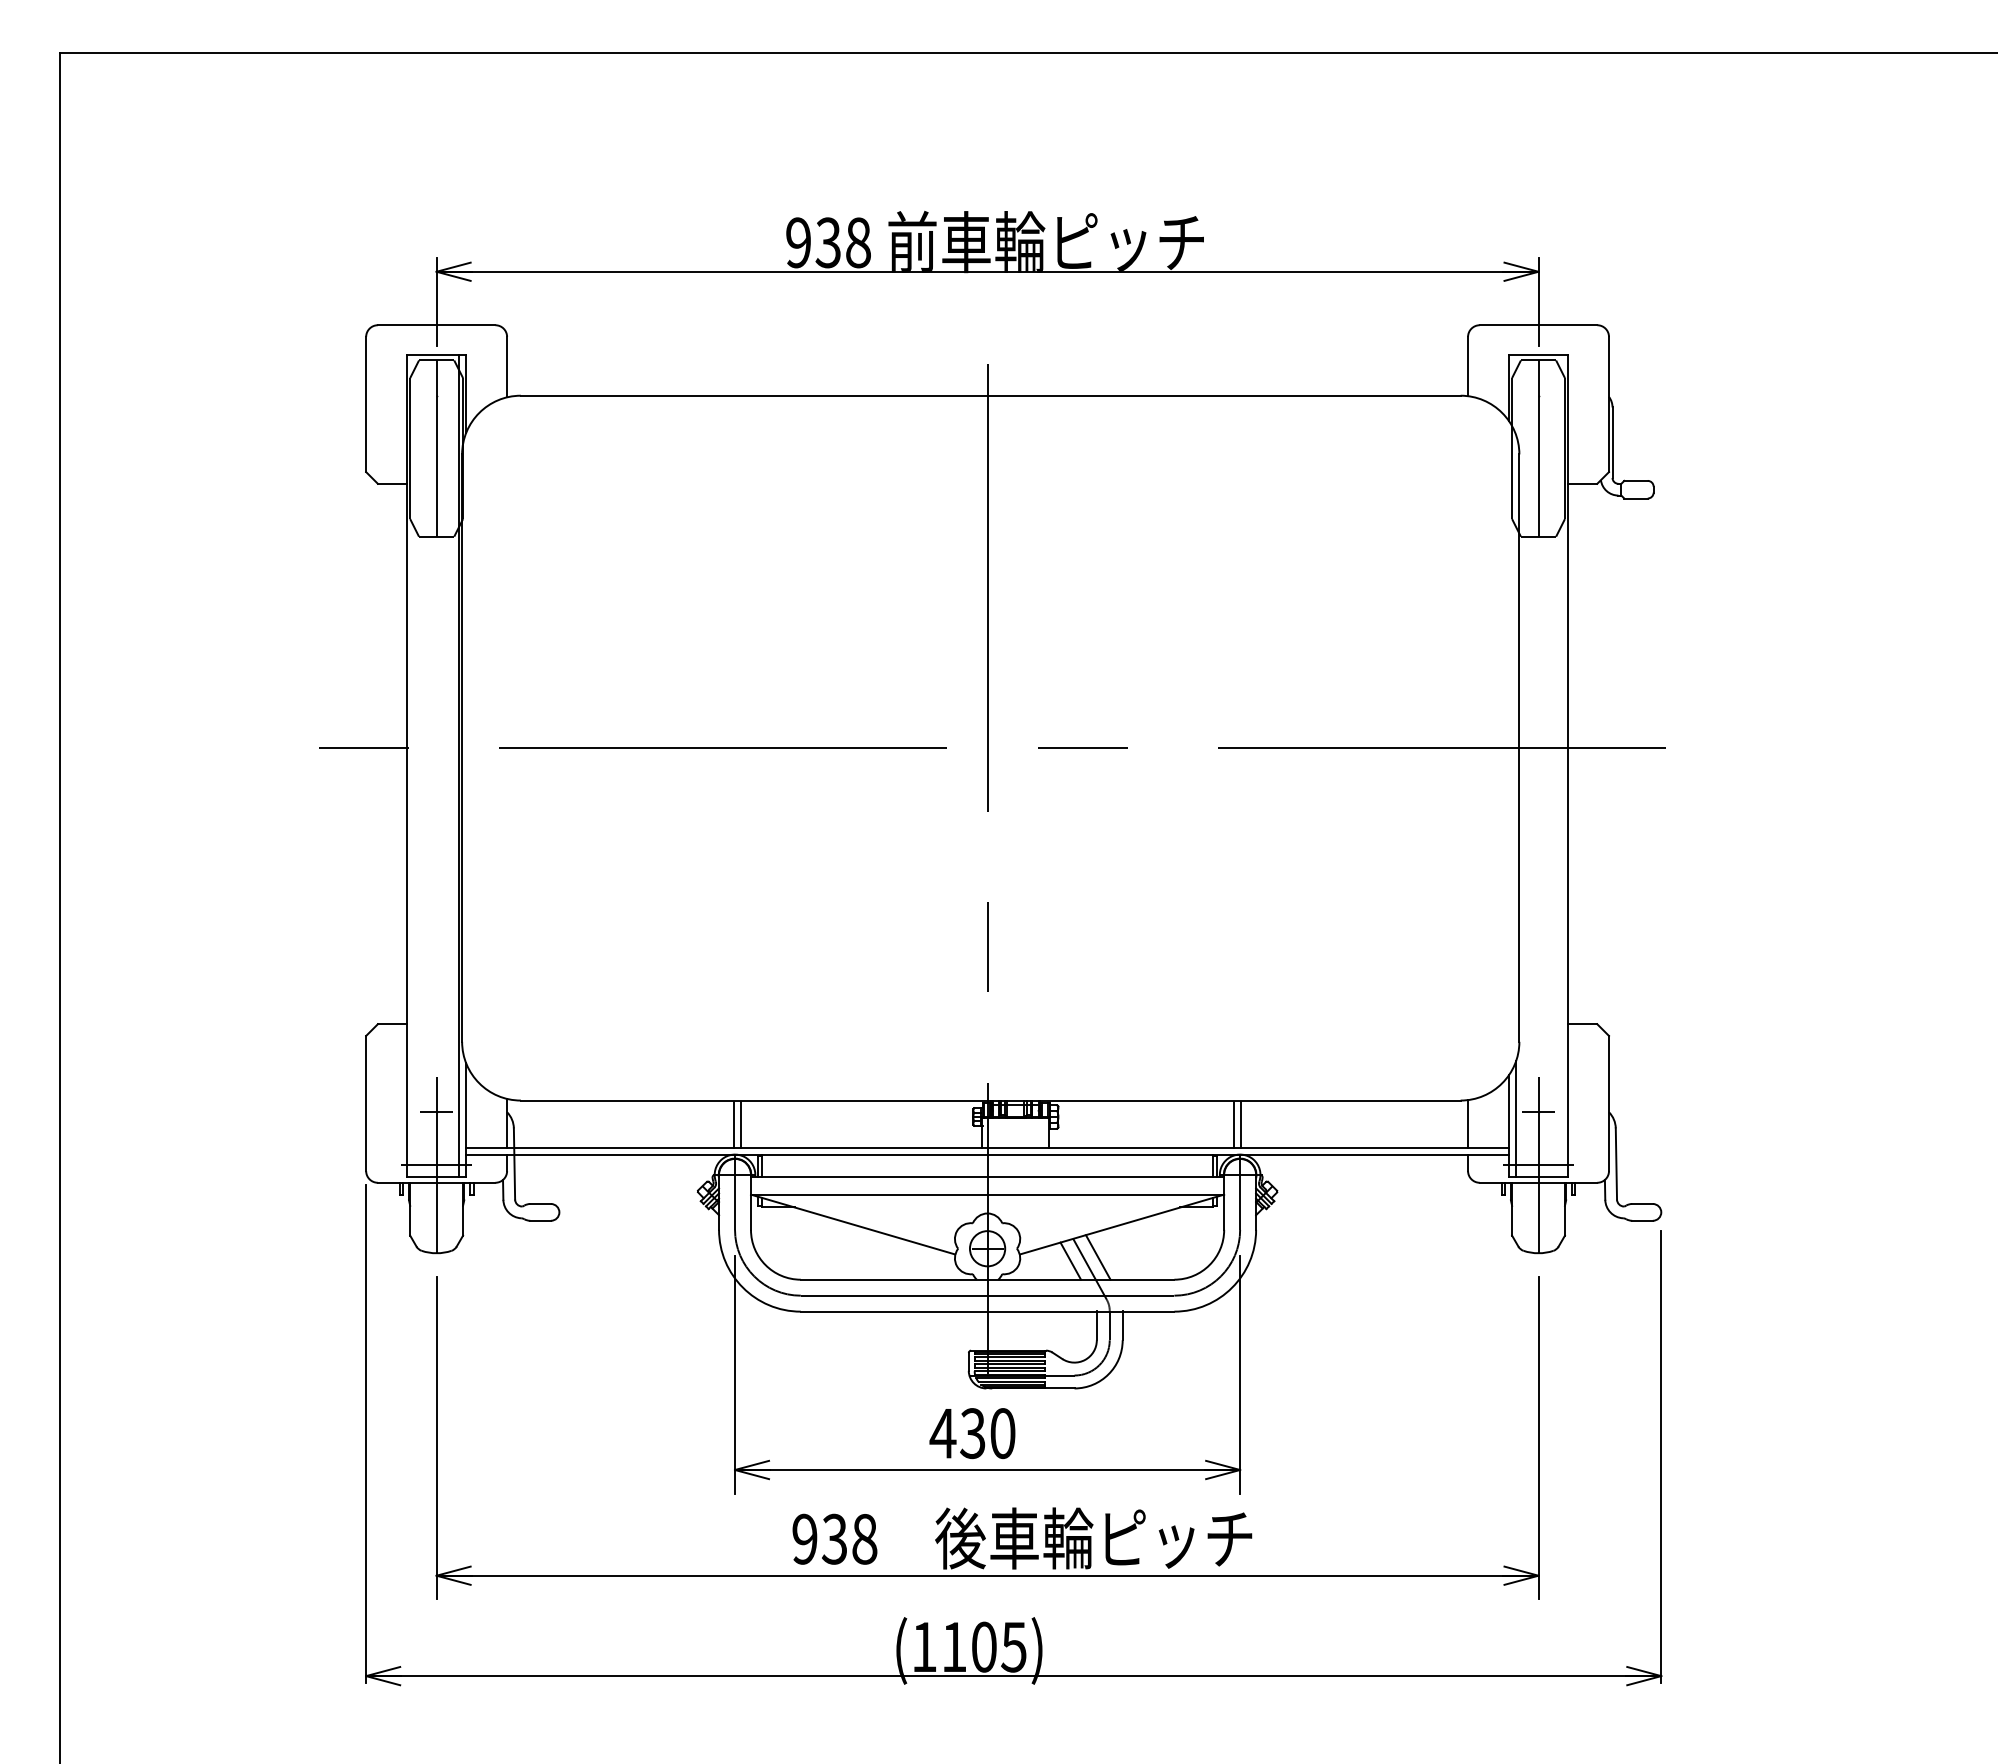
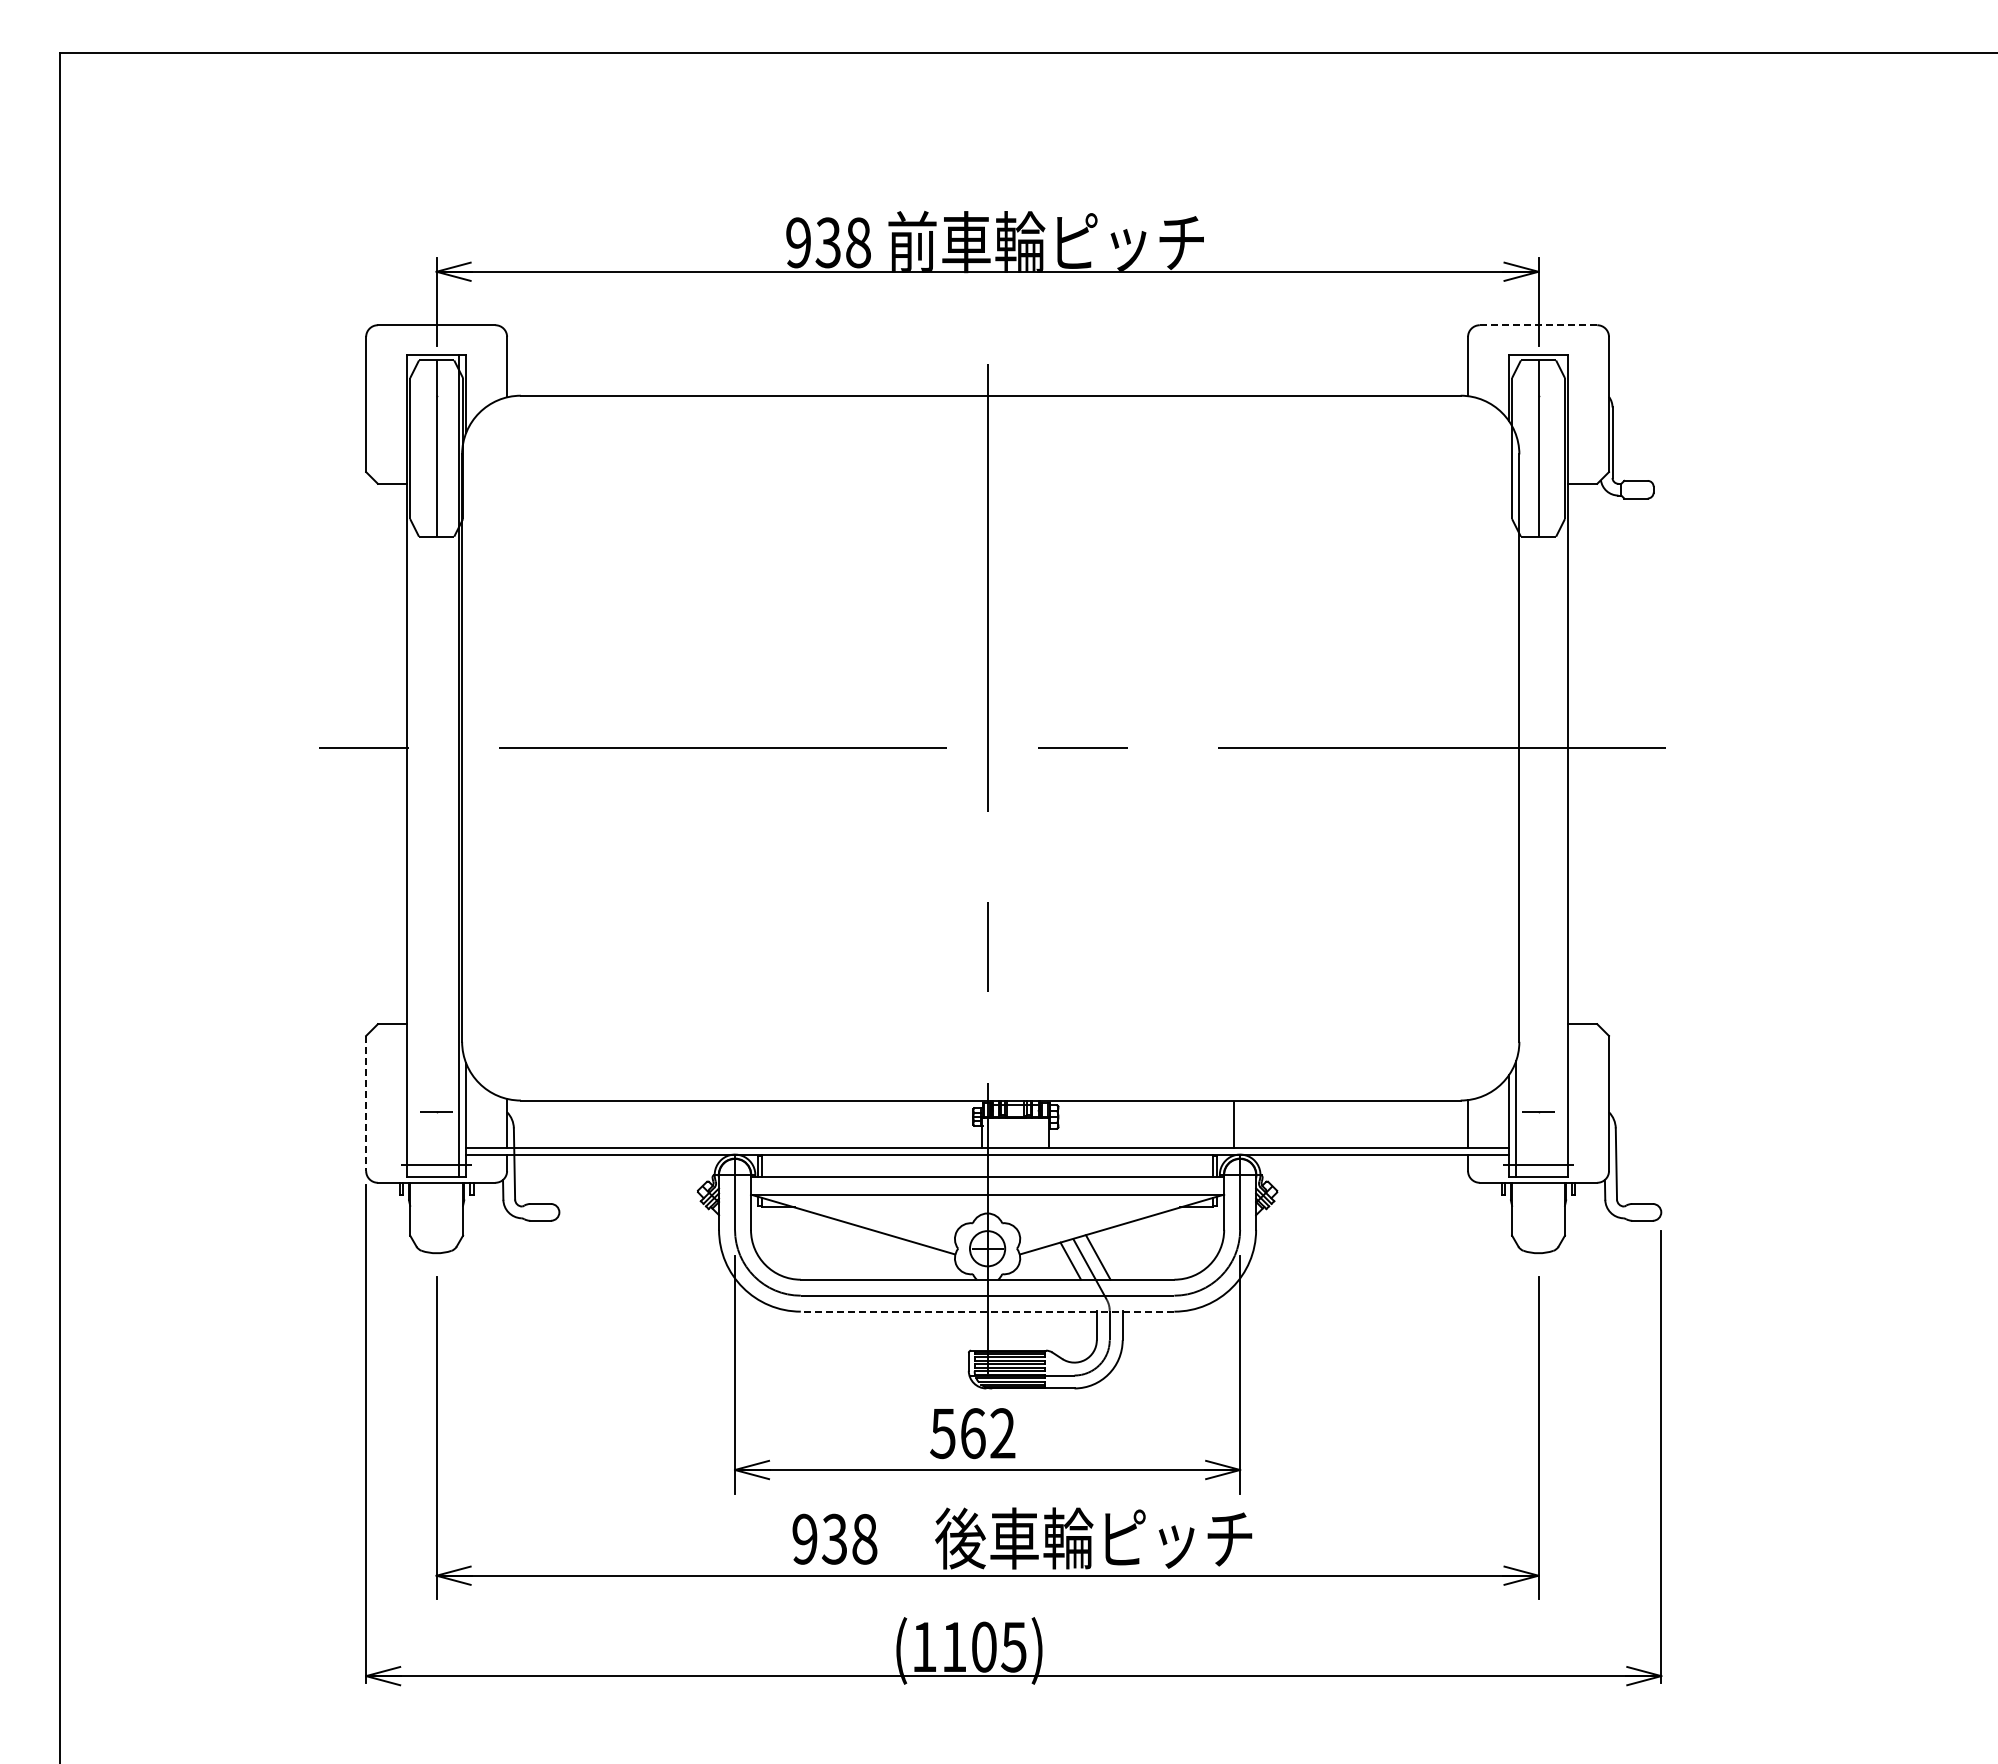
line at (1538, 325): solid -> dashed
line at (366, 1103): solid -> dashed
line at (733, 1124): present -> none
line at (740, 1124): present -> none
line at (1241, 1124): present -> none
line at (436, 1165): present -> none
line at (1538, 1165): present -> none
line at (987, 1311): solid -> dashed
text at (972, 1433): 430 -> 562
